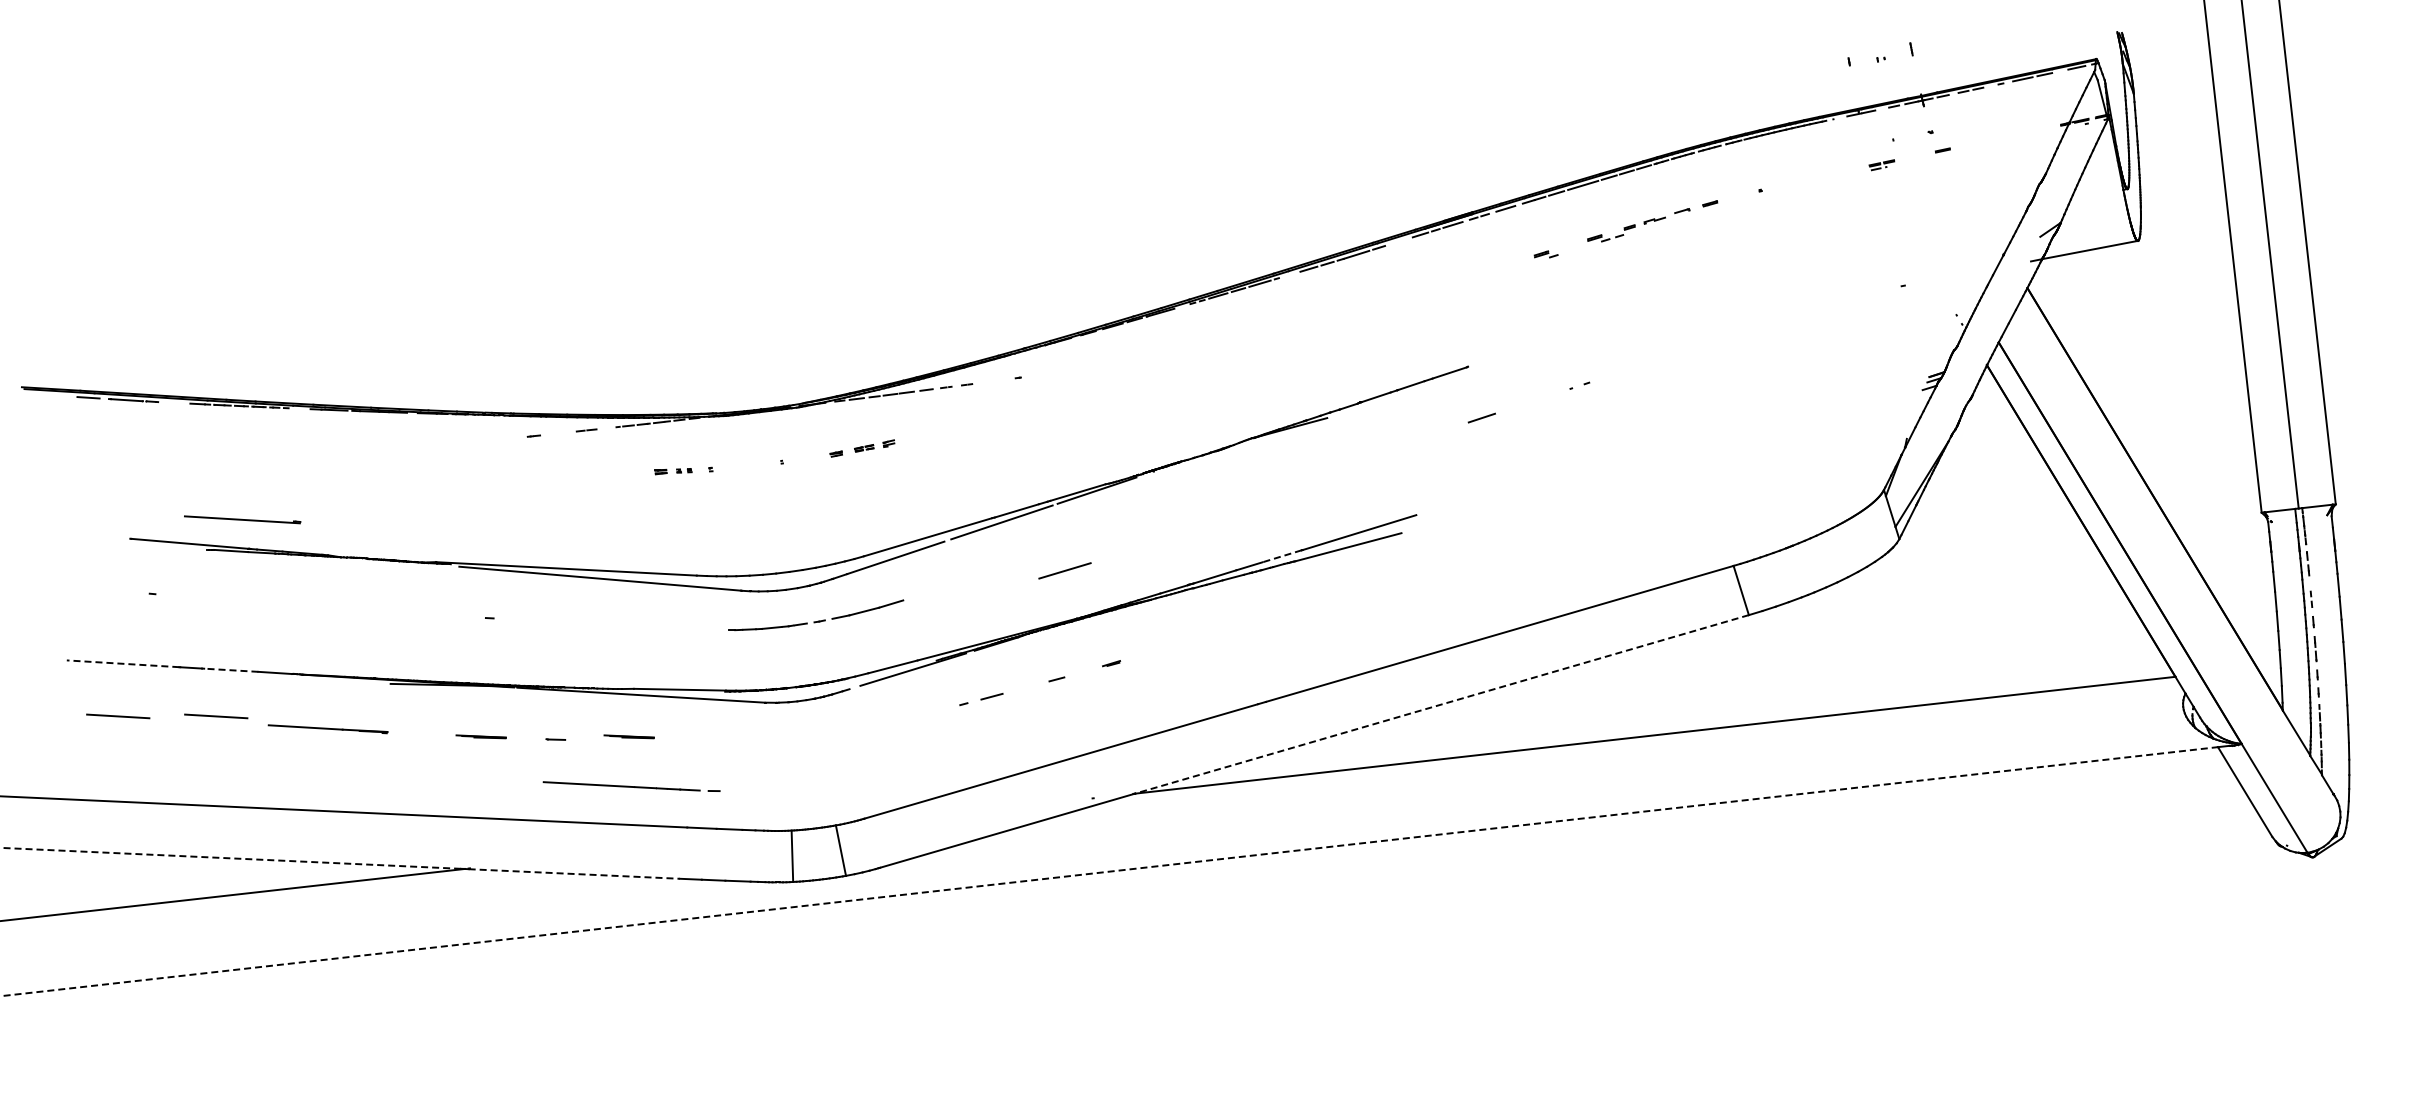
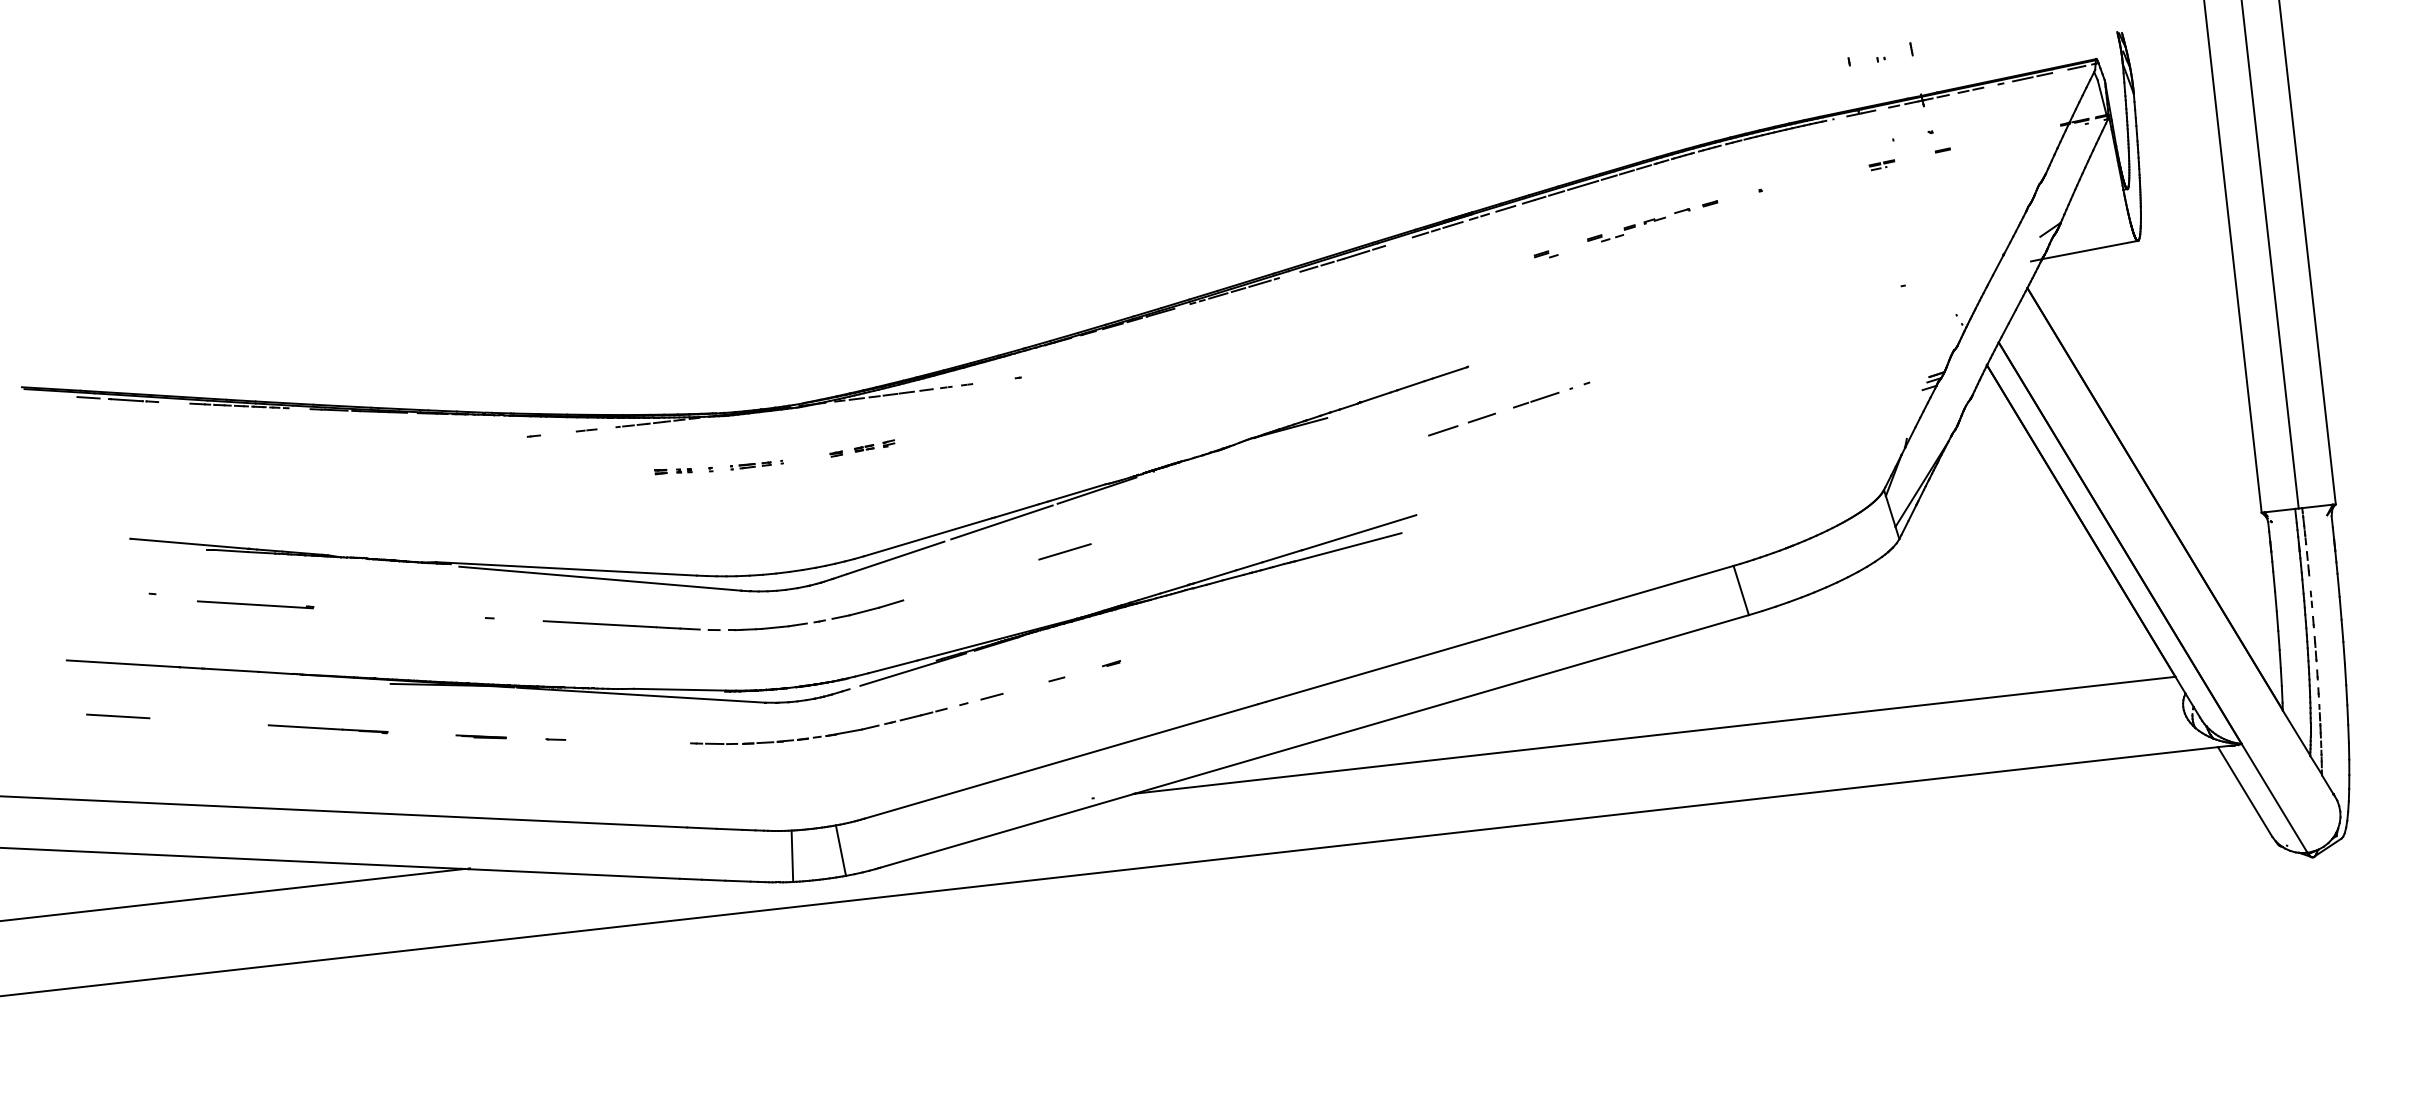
line at (1536, 399): none -> present
line at (1443, 430): none -> present
part at (750, 465): none -> present
part at (242, 519) position: (242, 519) -> (255, 604)
line at (1281, 556): dashed -> solid
line at (1064, 570) position: (1064, 570) -> (1064, 551)
line at (122, 663): dashed -> solid
line at (230, 670): dashed -> solid
line at (1441, 704): dashed -> solid
line at (216, 716): present -> none
part at (820, 735): none -> present
line at (628, 736): present -> none
line at (631, 786) position: (631, 786) -> (631, 625)
line at (230, 858): dashed -> solid
line at (1109, 871): dashed -> solid
line at (574, 873): dashed -> solid
